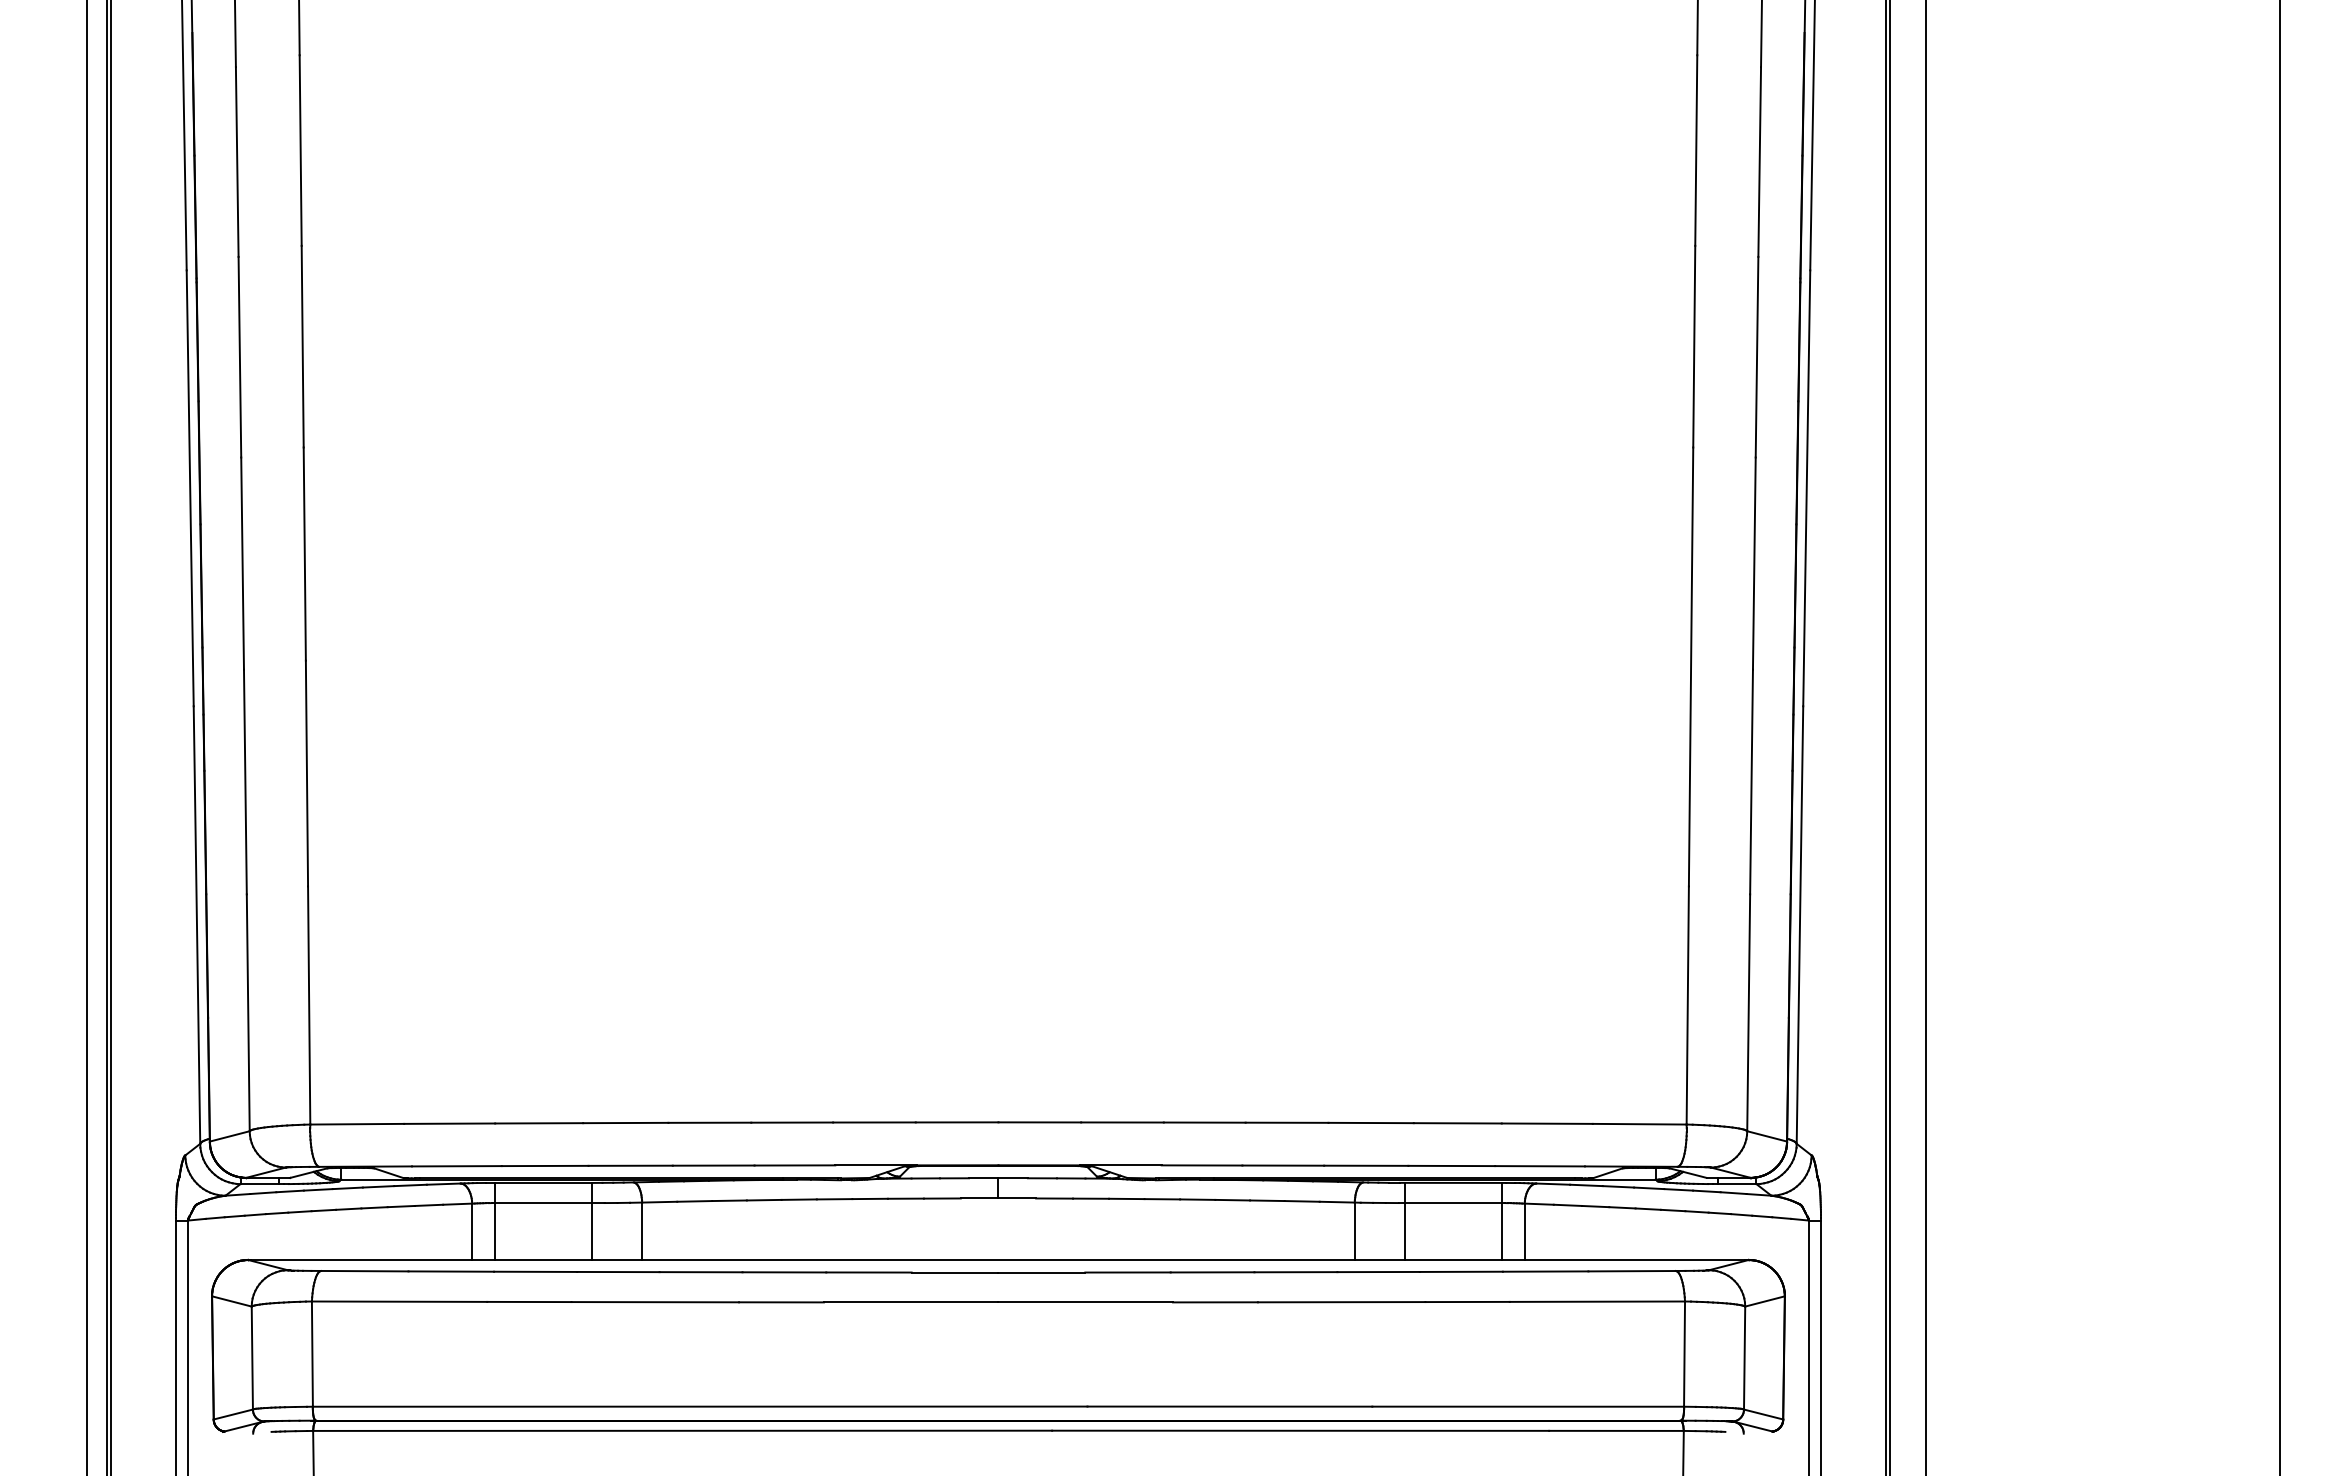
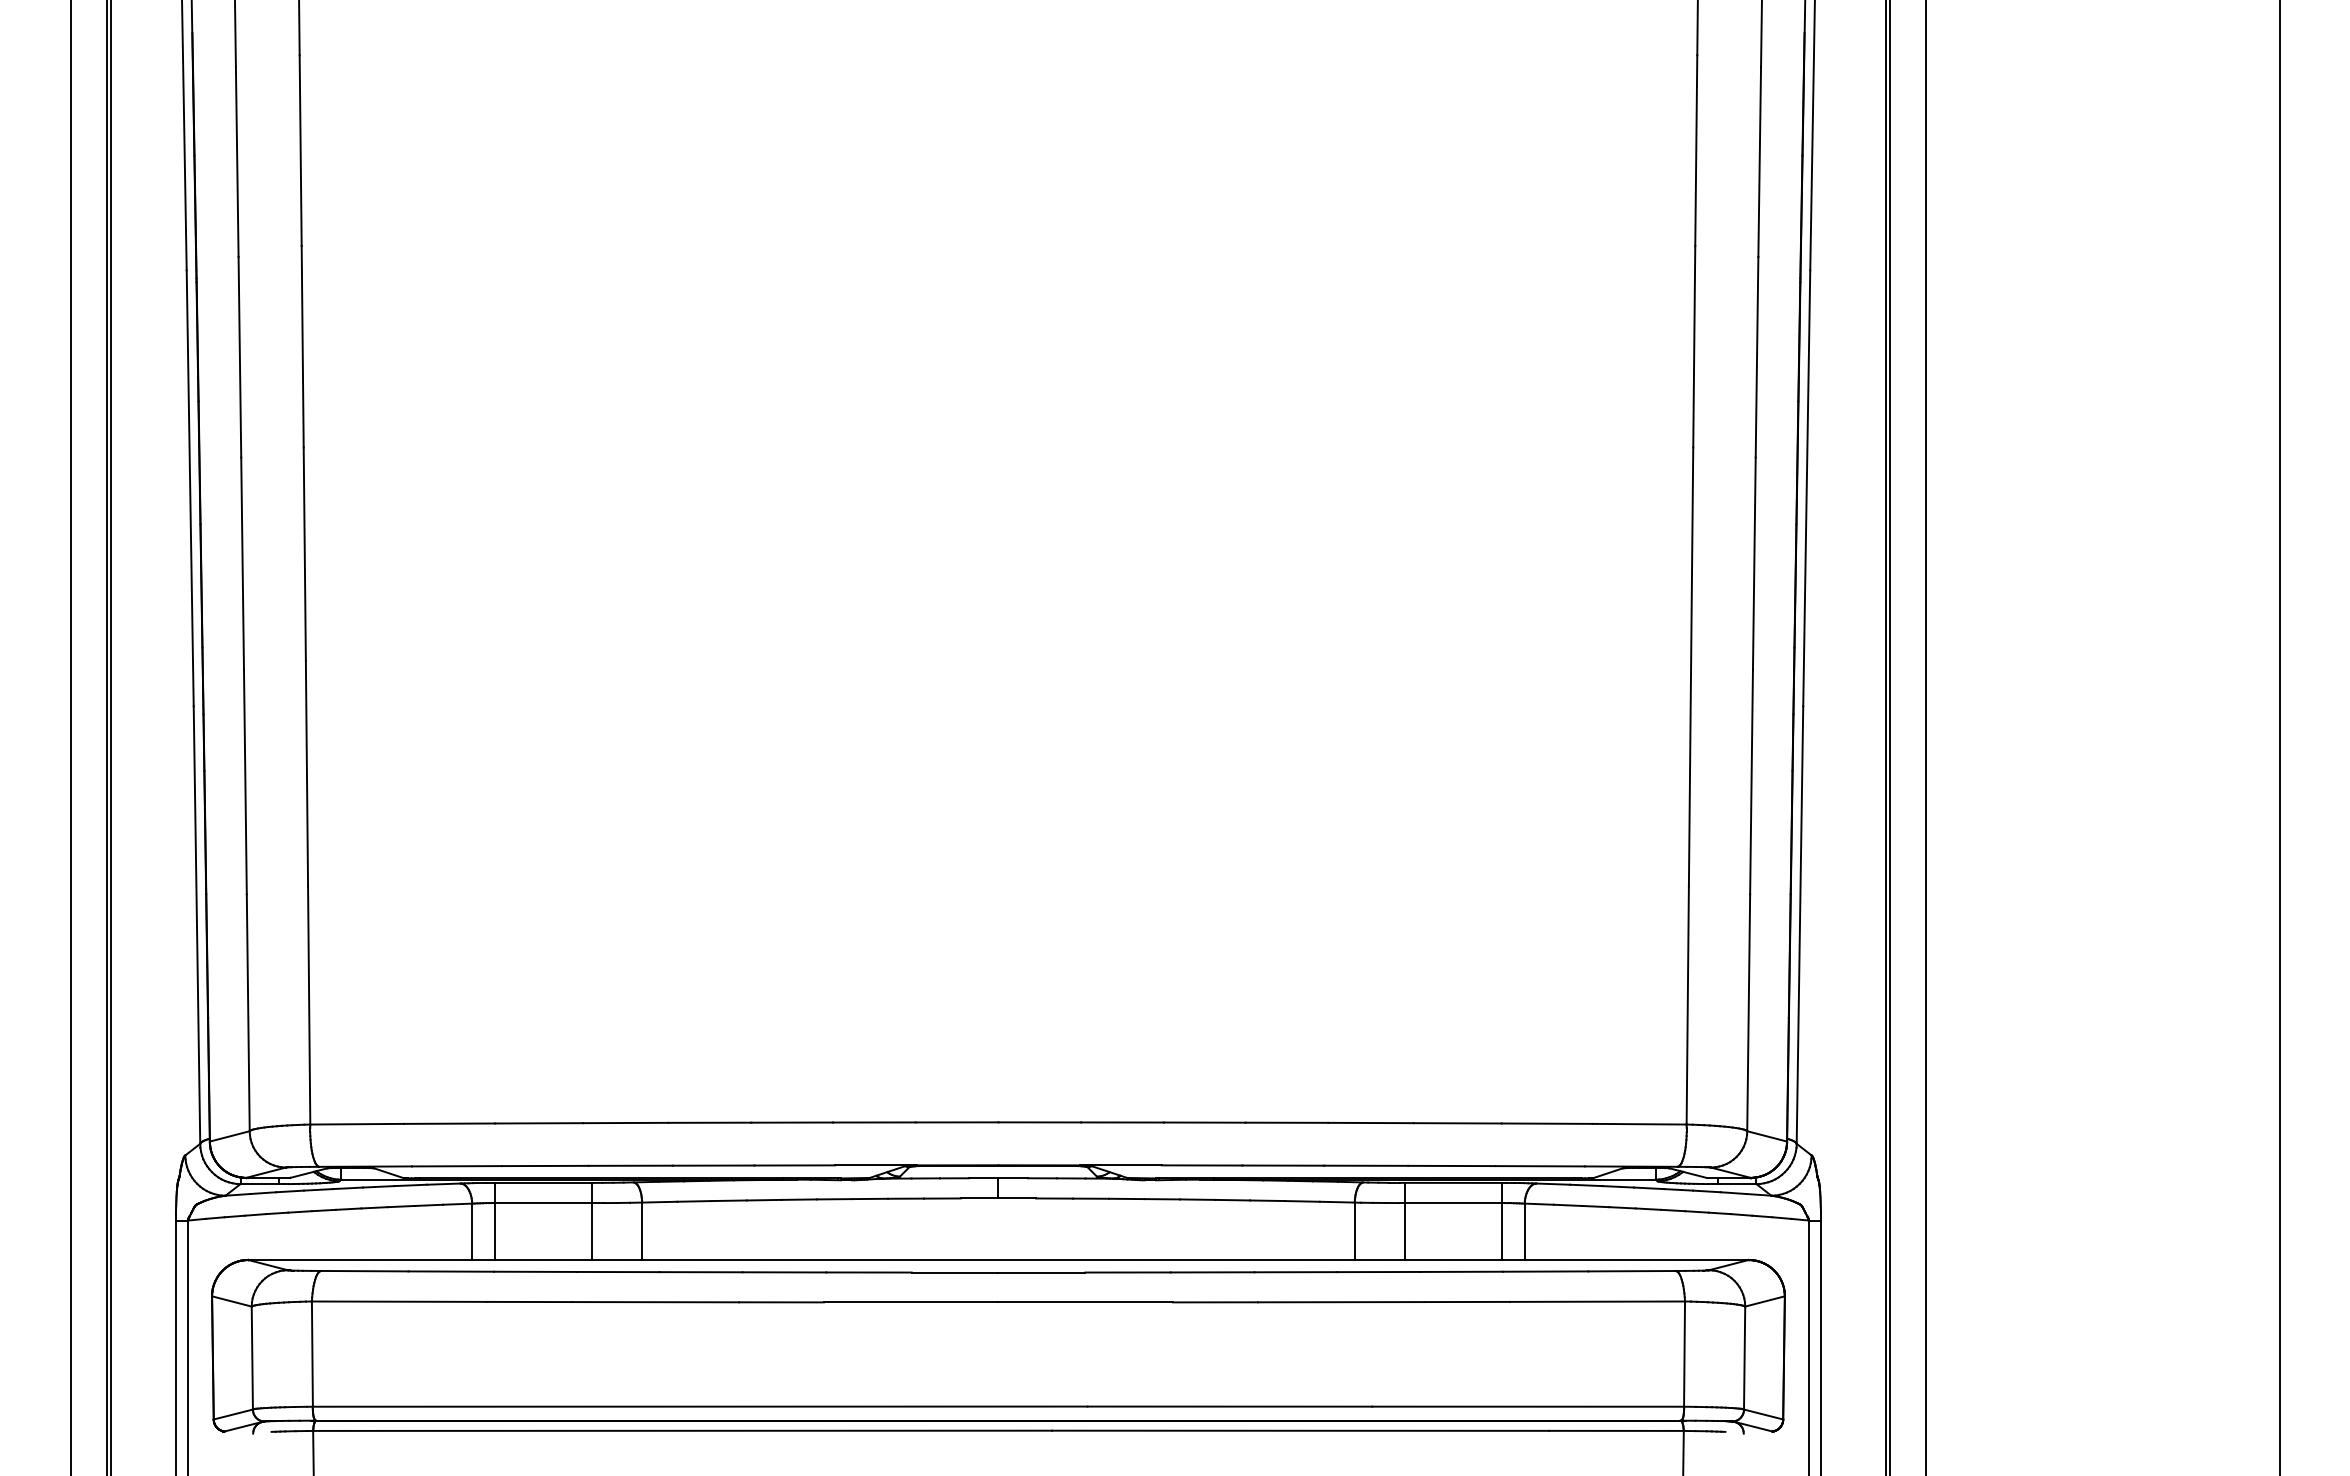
line at (86, 737) position: (86, 737) -> (70, 737)
